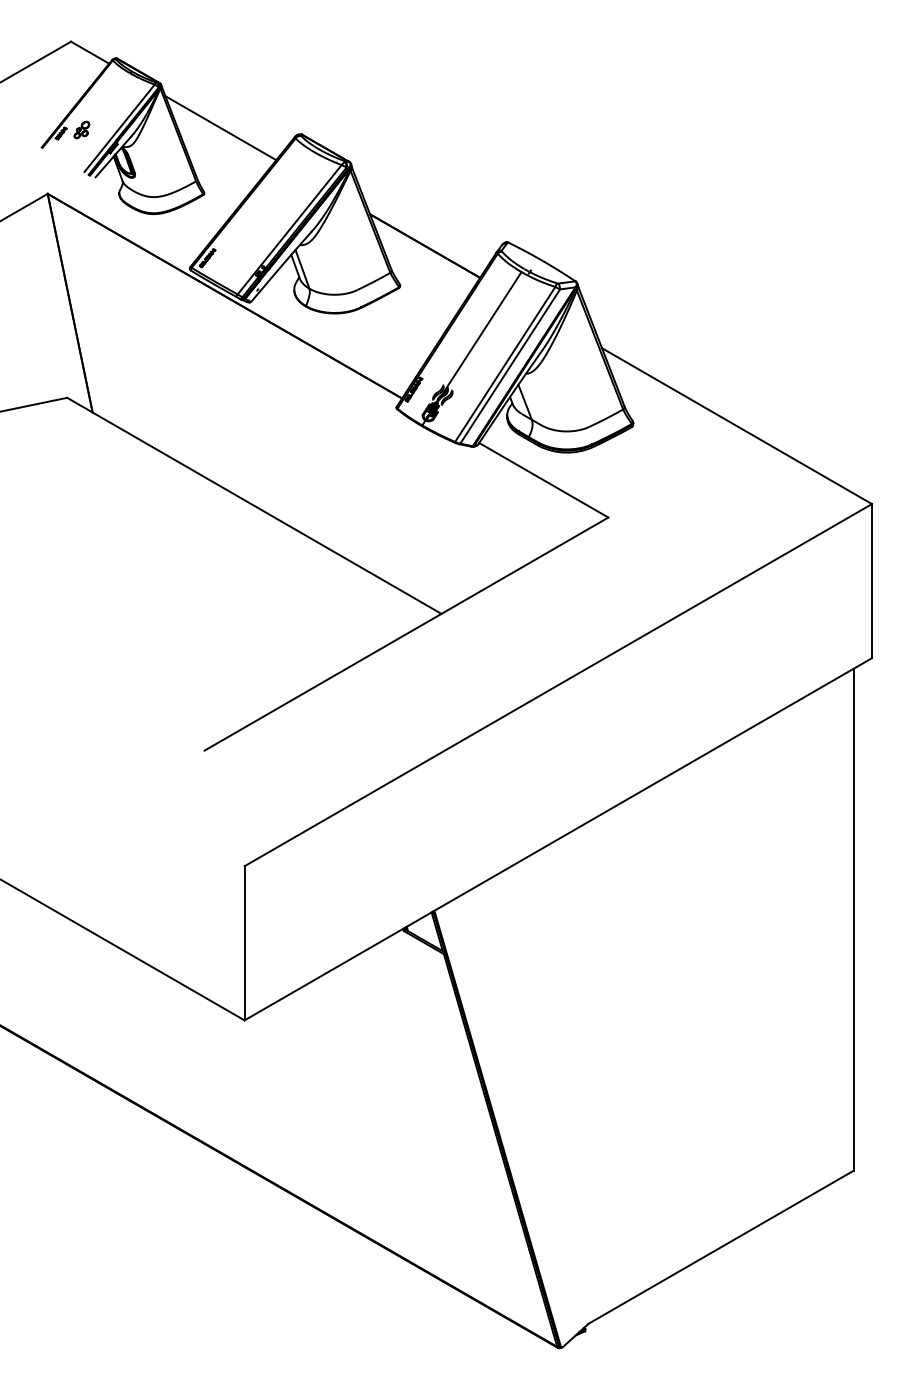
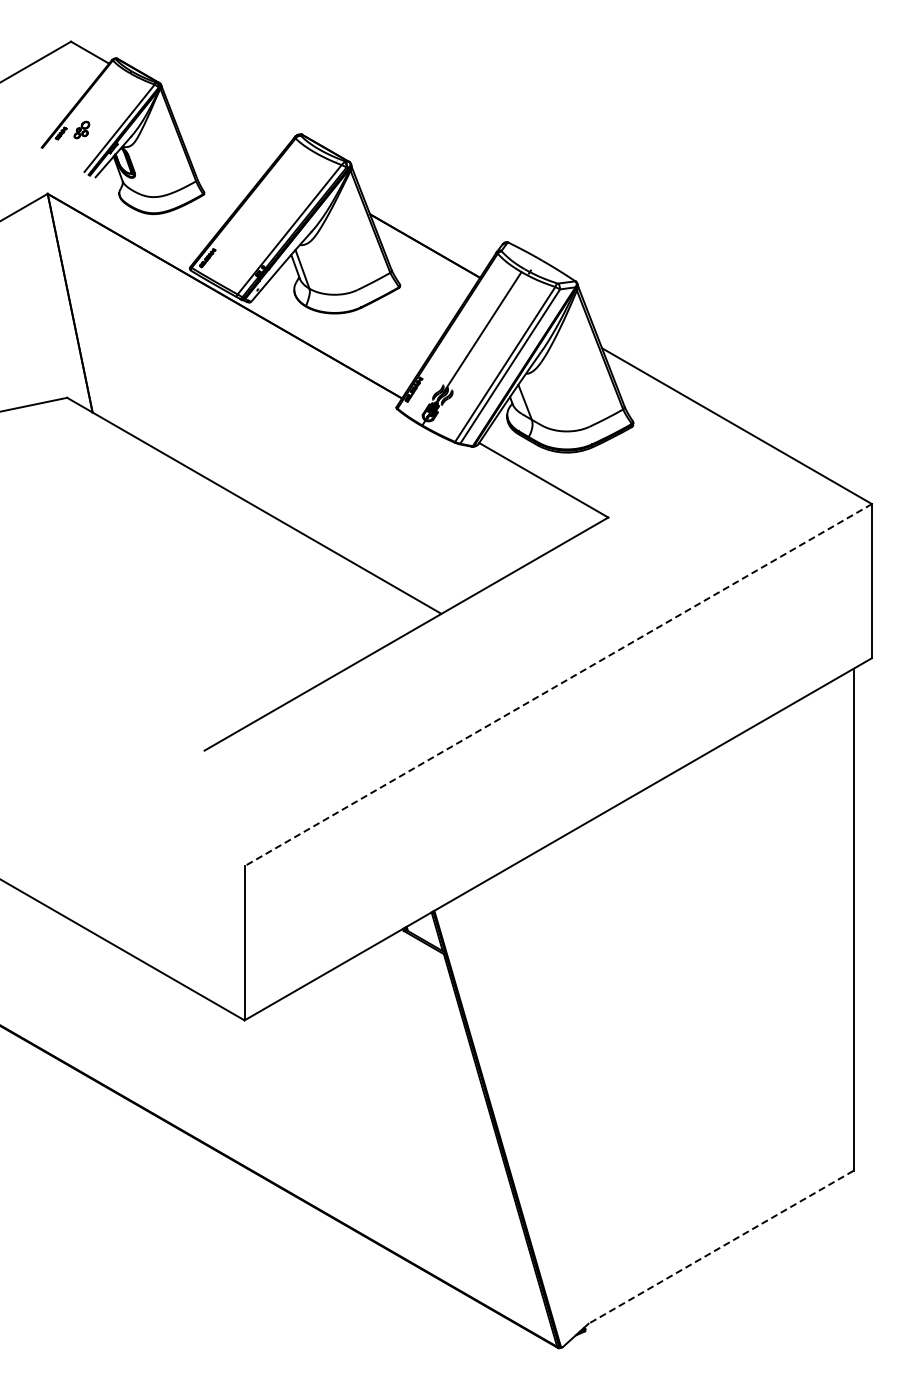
line at (220, 128): present -> none
line at (557, 685): solid -> dashed
line at (721, 1247): solid -> dashed
